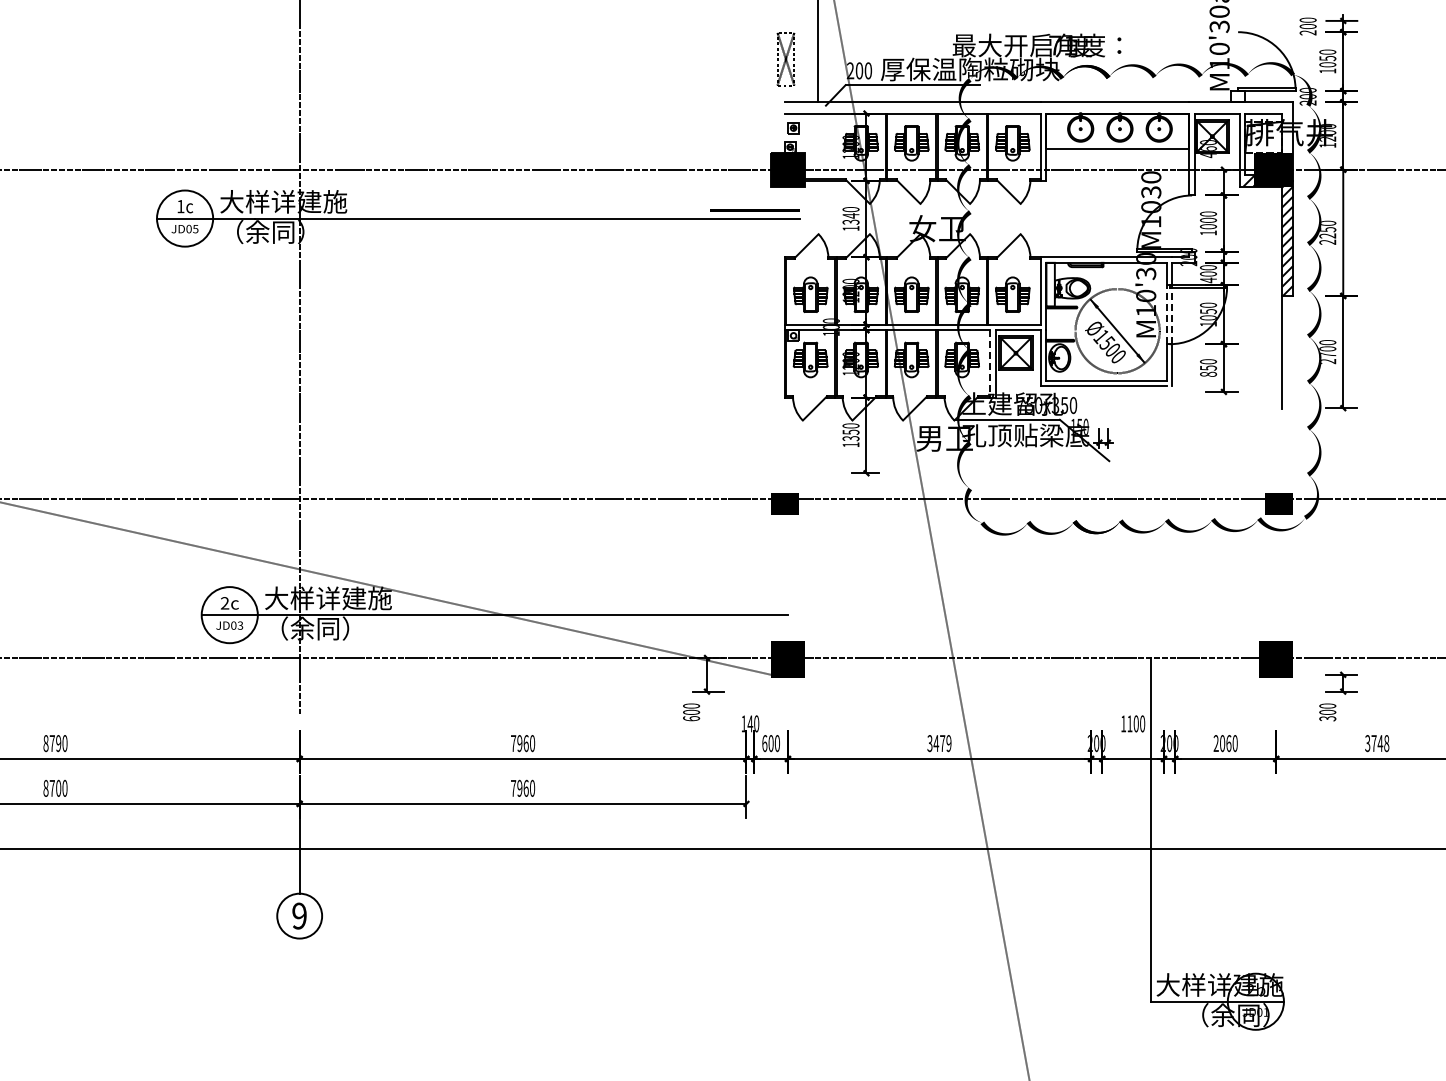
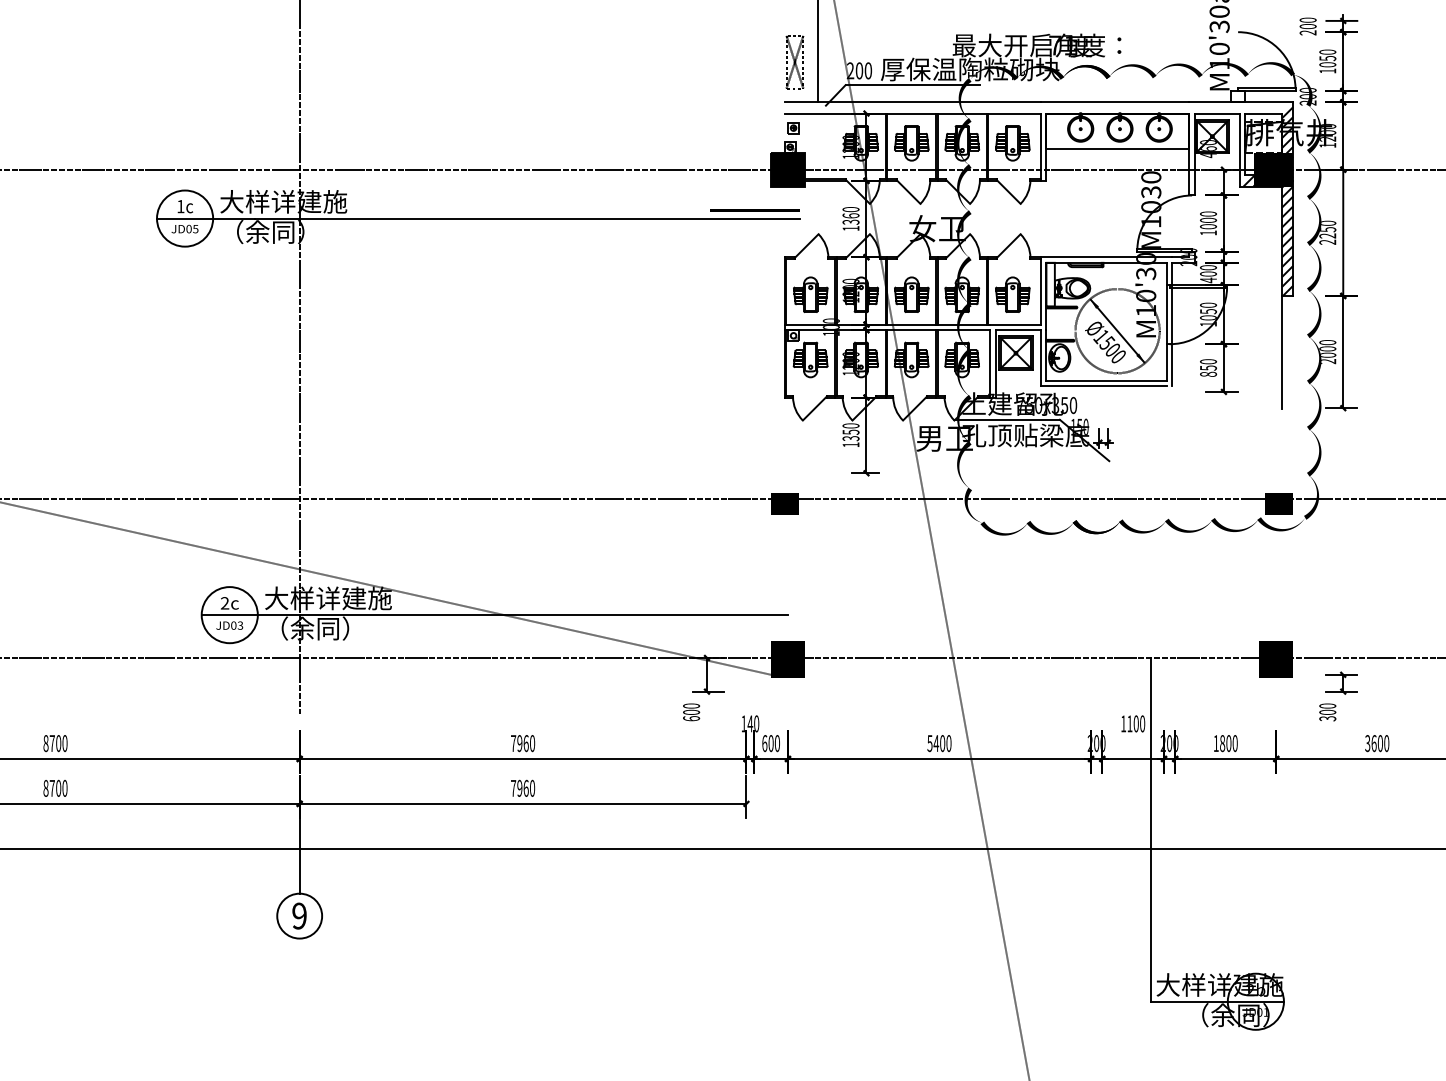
part at (785, 59) position: (785, 59) -> (794, 62)
hatch at (1287, 143): none -> present
text at (850, 215): 1340 -> 1360
line at (1166, 314): dashed -> solid
line at (1172, 314): dashed -> solid
text at (1328, 354): 2700 -> 2000
line at (990, 363): dashed -> solid
text at (58, 743): 8790 -> 8700
text at (939, 743): 3479 -> 5400
text at (1222, 743): 2060 -> 1800
text at (1380, 743): 3748 -> 3600
